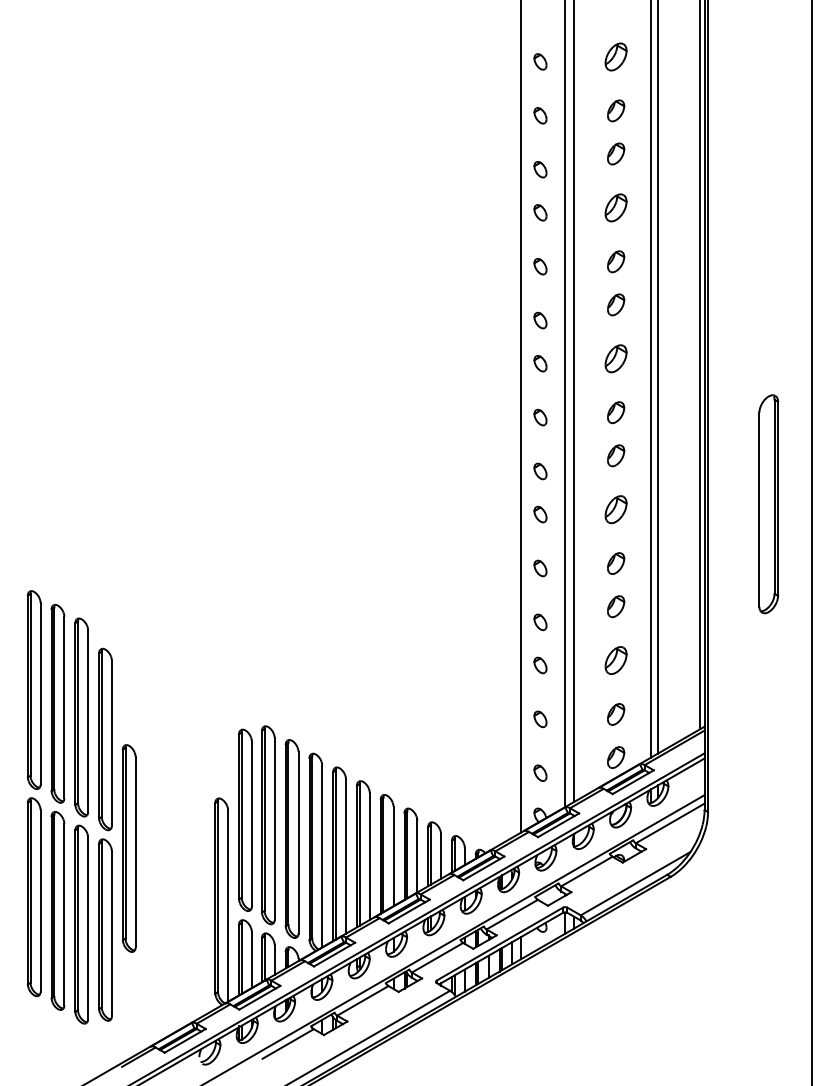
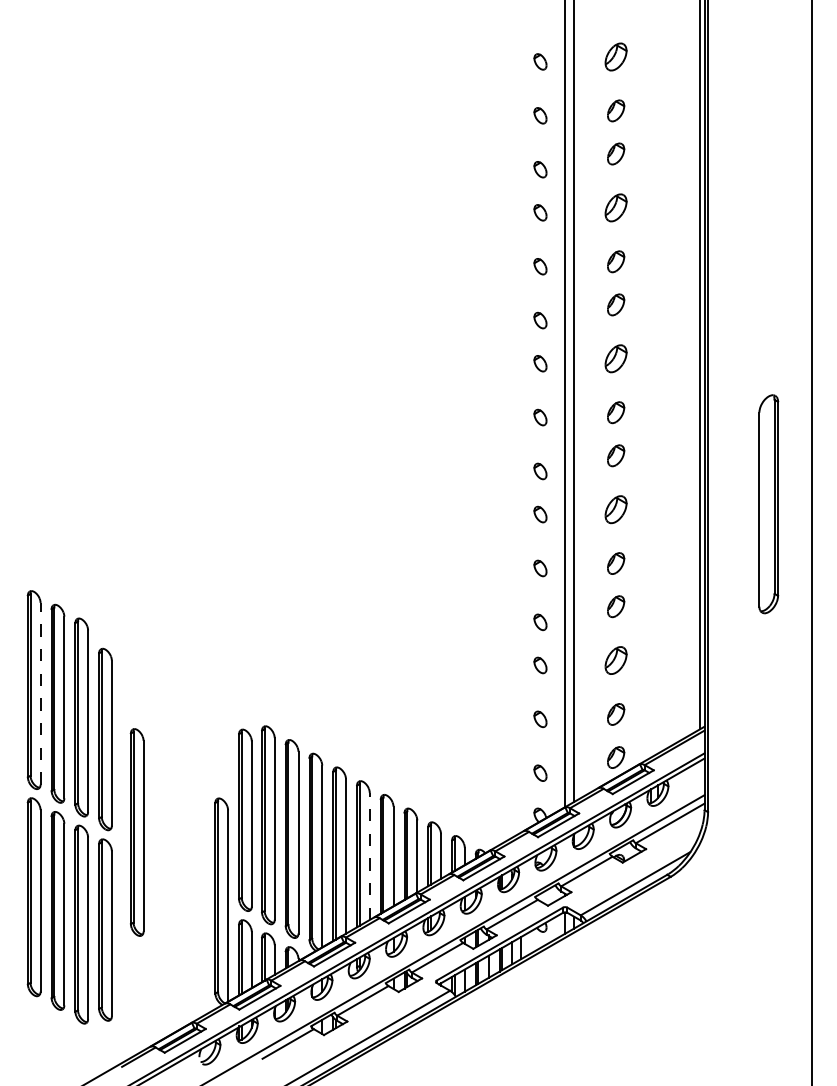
line at (657, 377): present -> none
line at (651, 379): present -> none
line at (520, 417): present -> none
line at (40, 693): solid -> dashed
part at (128, 848) position: (128, 848) -> (136, 832)
line at (369, 855): solid -> dashed
